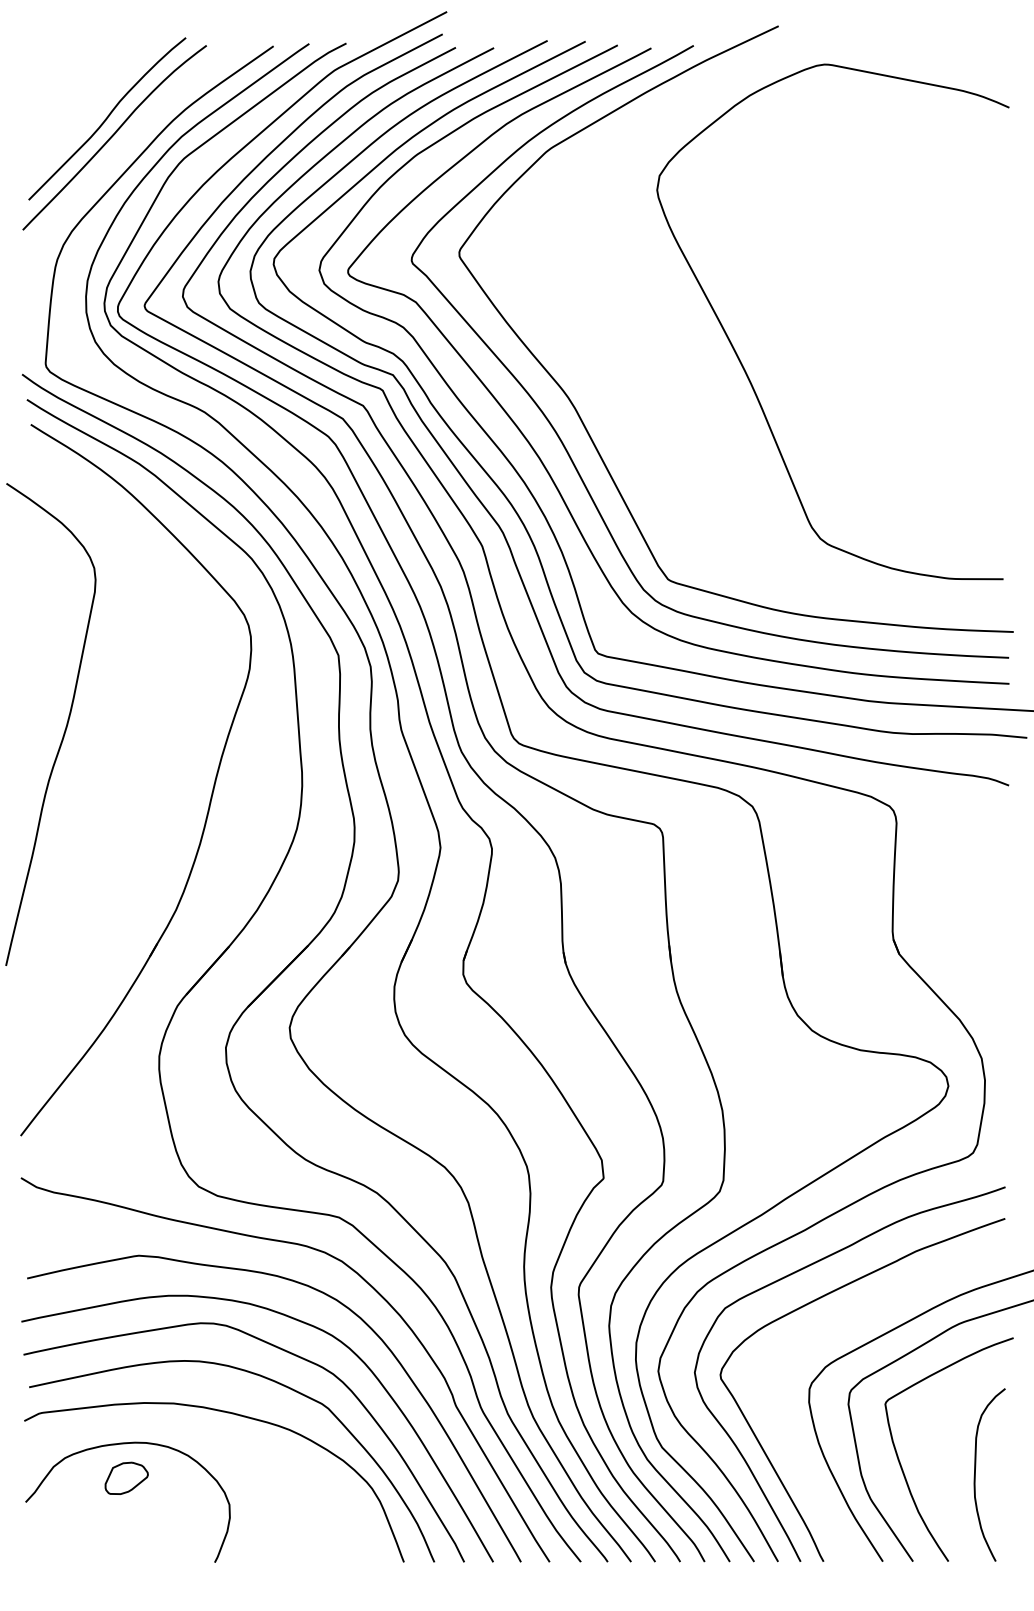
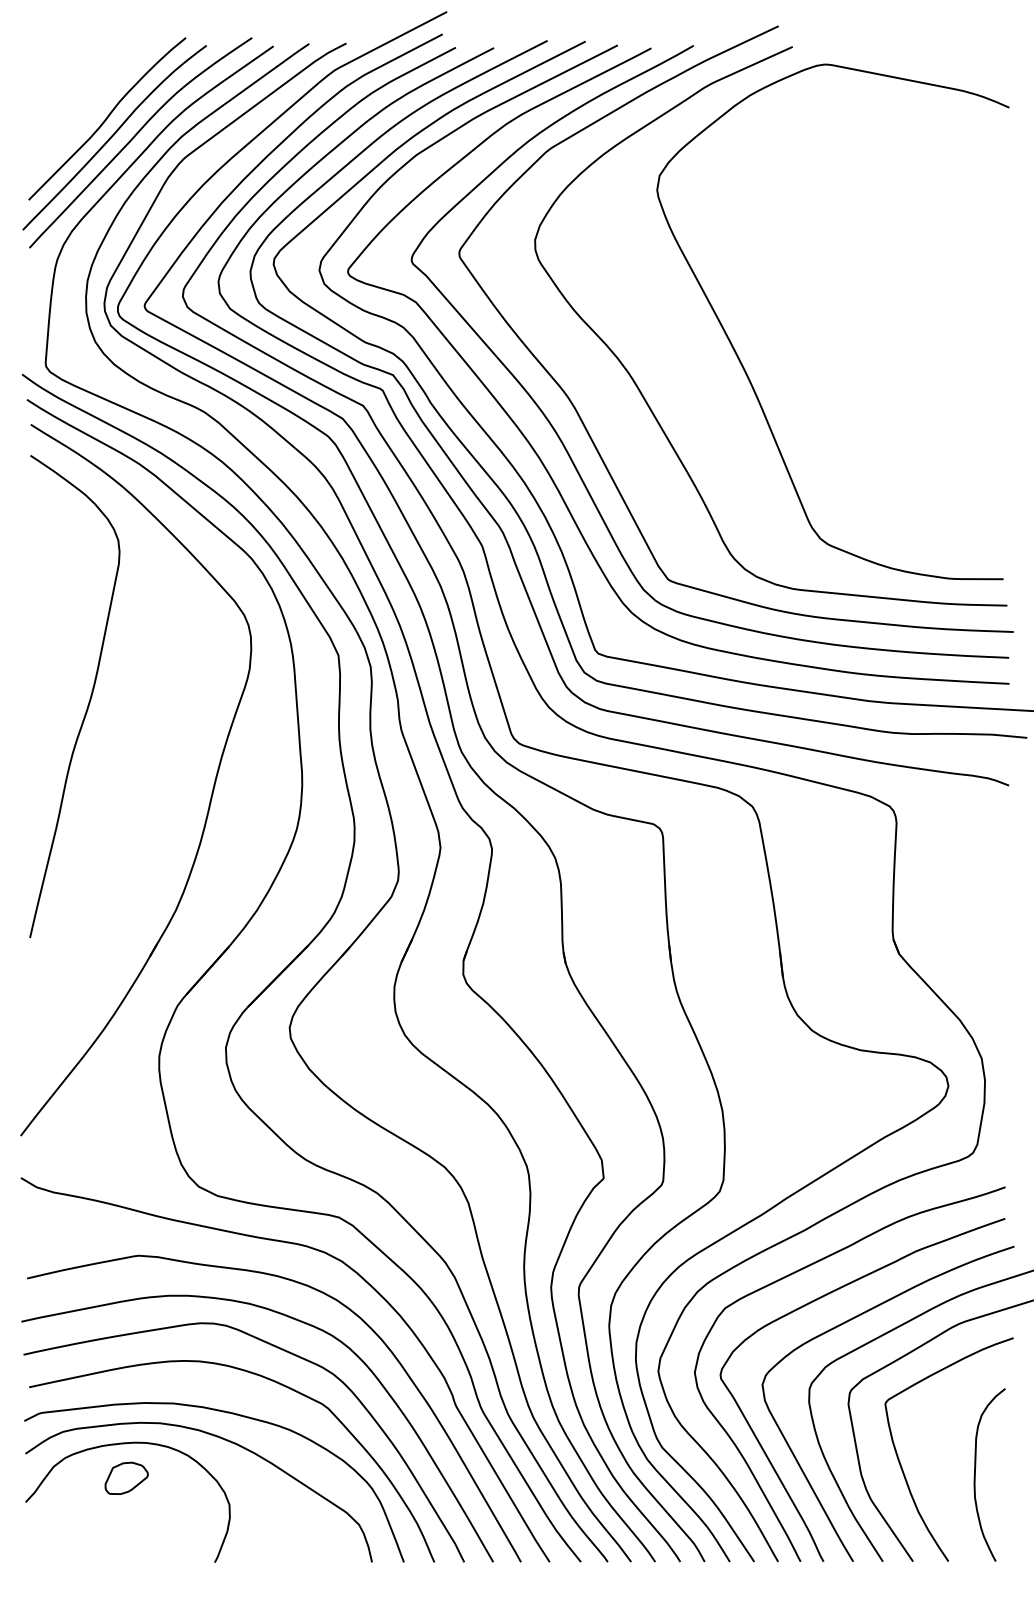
curve at (133, 139): none -> present
curve at (644, 396): none -> present
curve at (64, 729) position: (64, 729) -> (88, 701)
curve at (847, 1322): none -> present
curve at (216, 1437): none -> present
